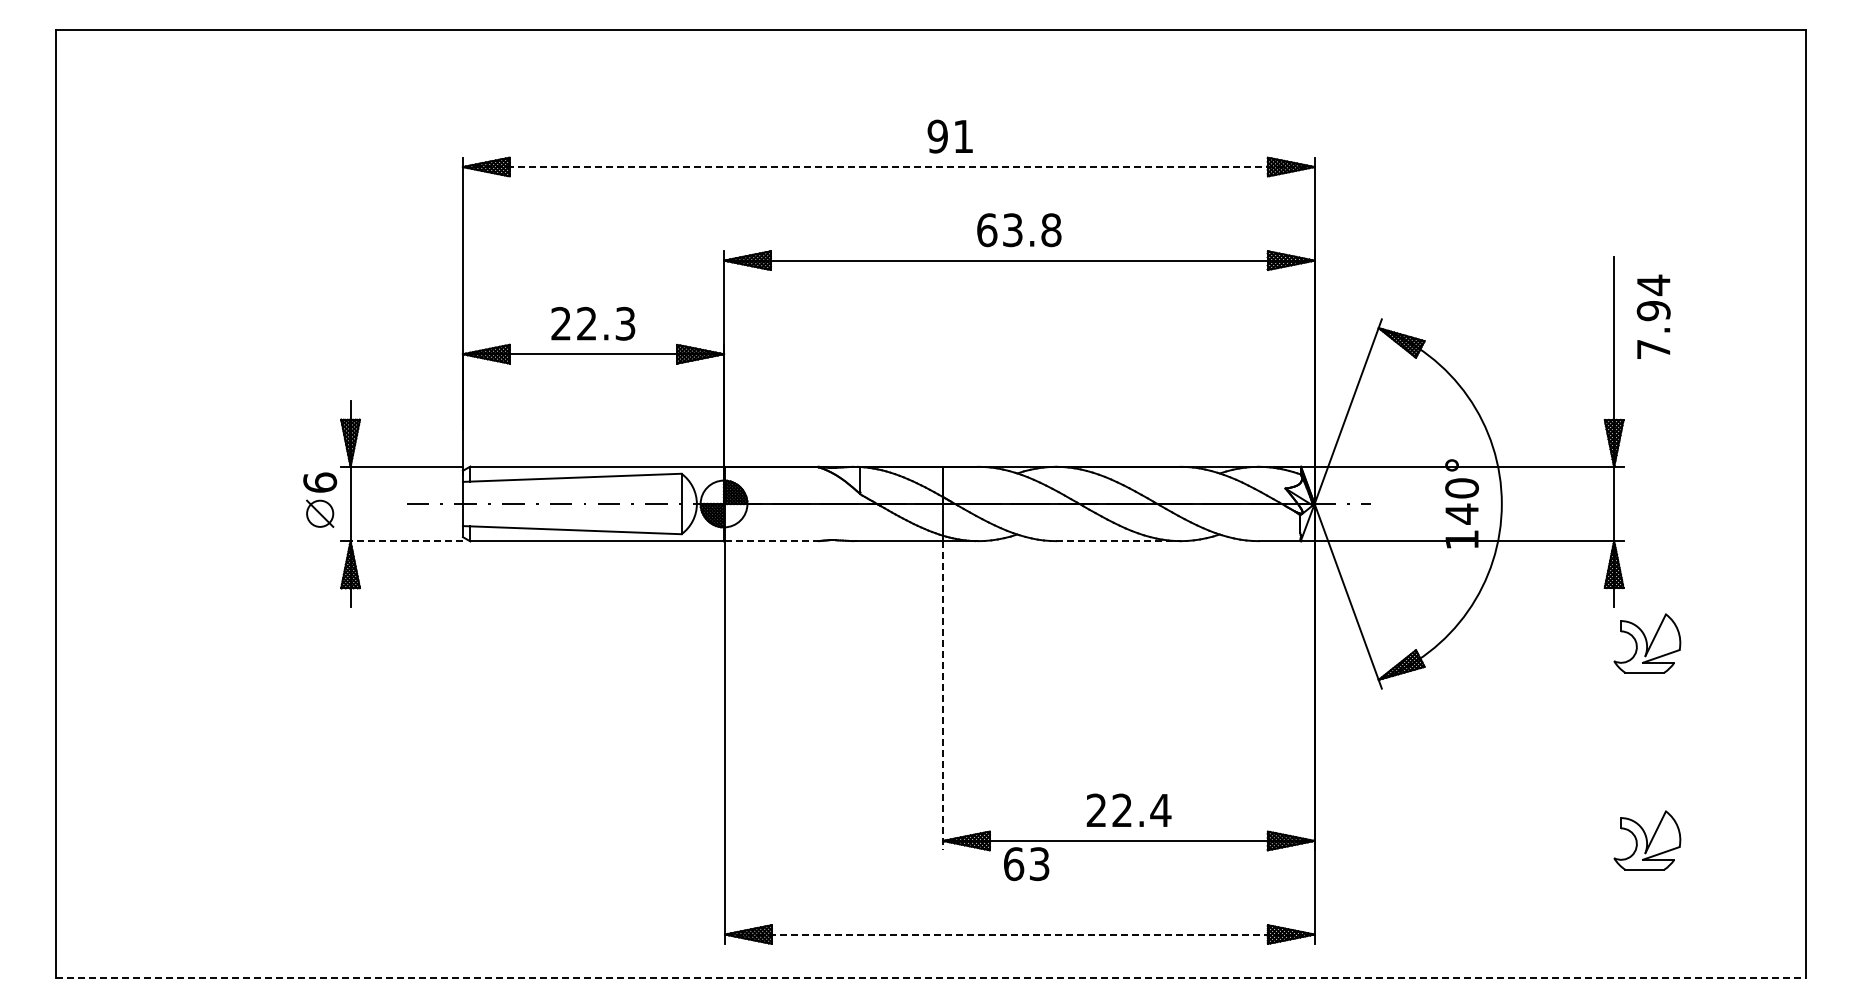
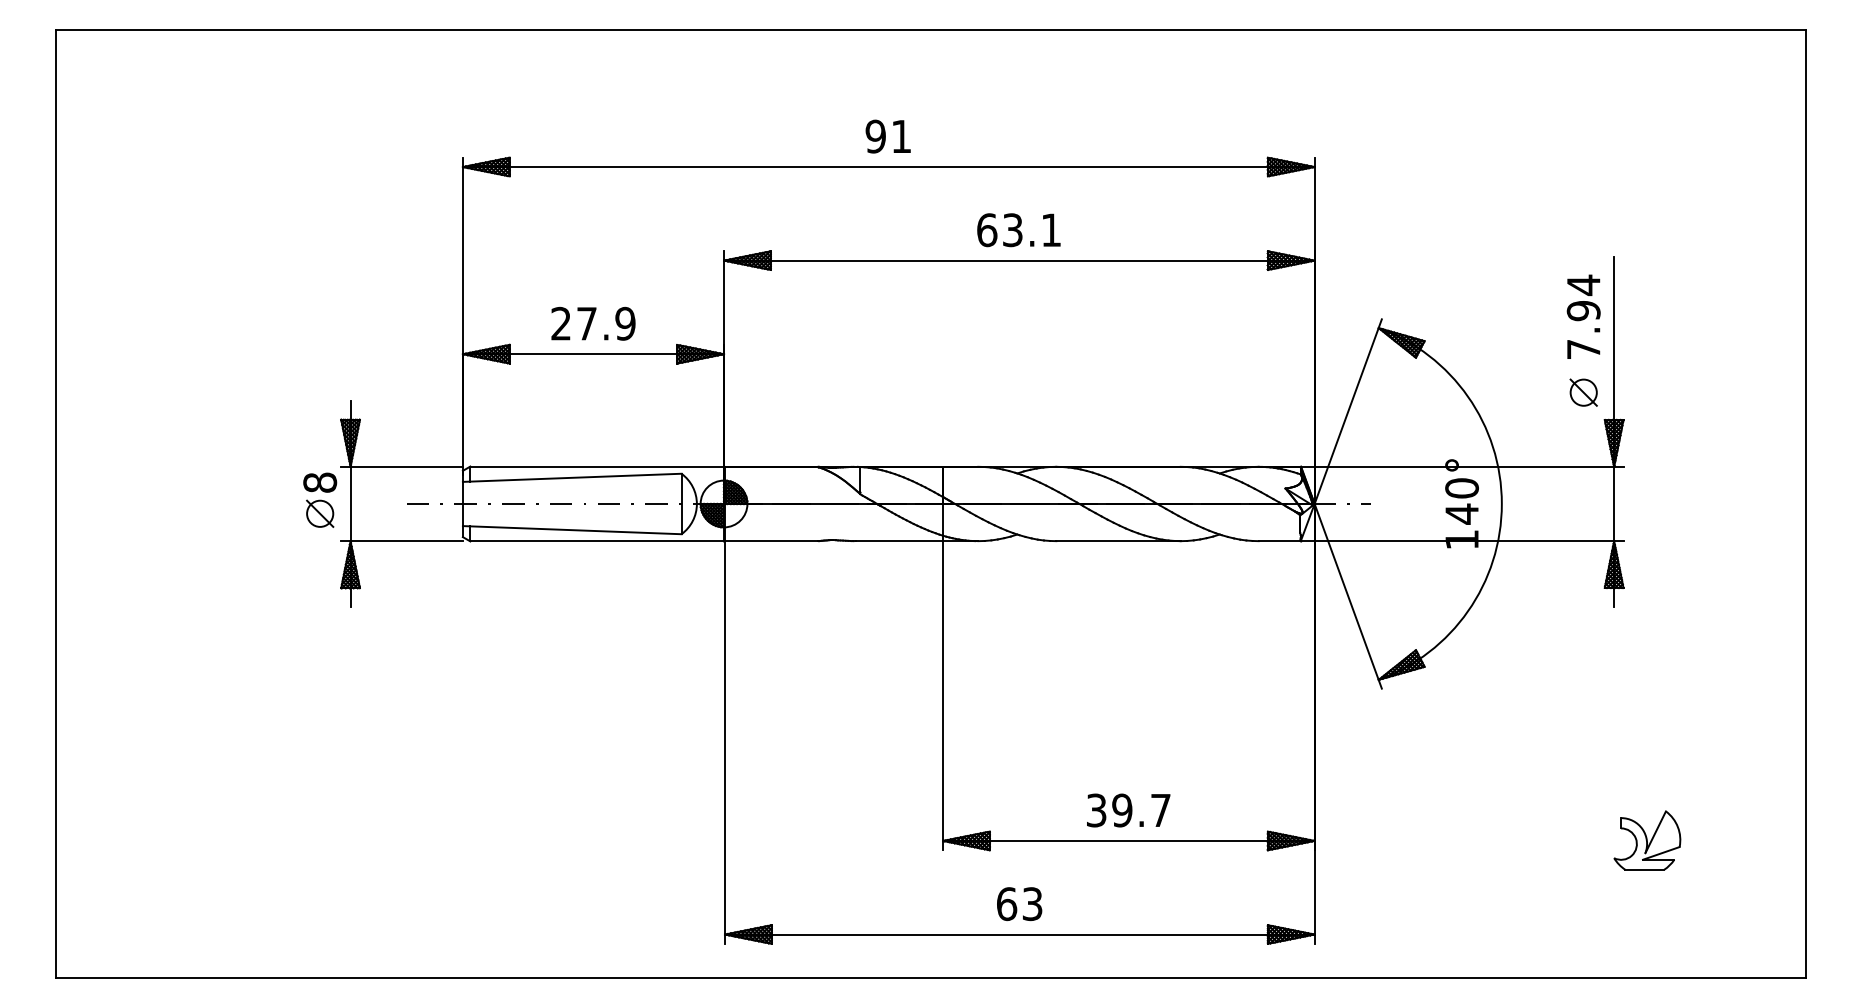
text at (949, 136) position: (949, 136) -> (887, 136)
line at (888, 167): dashed -> solid
text at (1051, 230): 63.8 -> 63.1
text at (1653, 316) position: (1653, 316) -> (1583, 316)
text at (606, 323): 22.3 -> 27.9
part at (1583, 392): none -> present
text at (319, 482): 6 -> 8
line at (406, 541): dashed -> solid
line at (771, 541): dashed -> solid
line at (1119, 541): dashed -> solid
part at (1647, 643): present -> none
line at (943, 695): dashed -> solid
text at (1128, 810): 22.4 -> 39.7
text at (1026, 864) position: (1026, 864) -> (1019, 904)
line at (1019, 934): dashed -> solid
line at (931, 977): dashed -> solid
